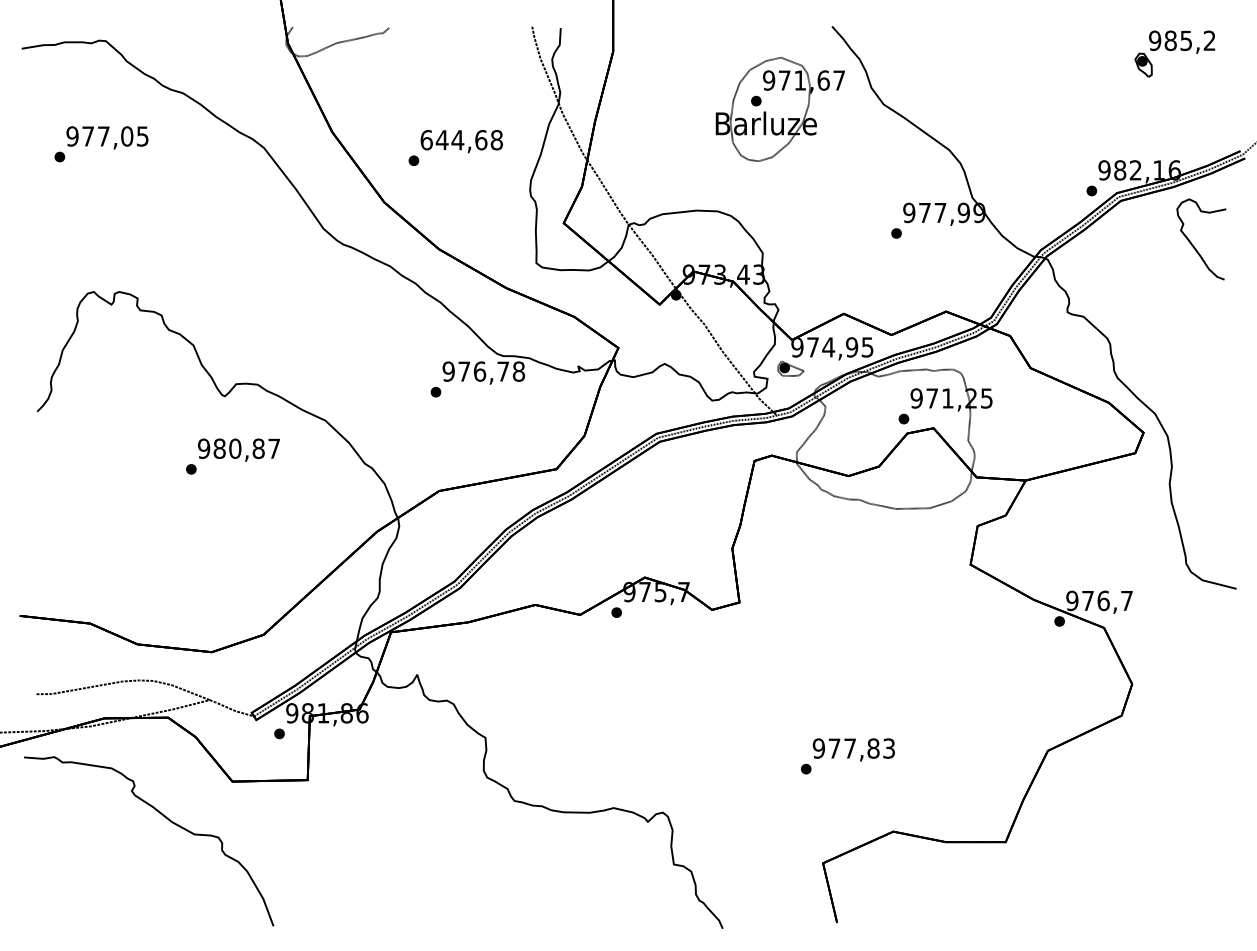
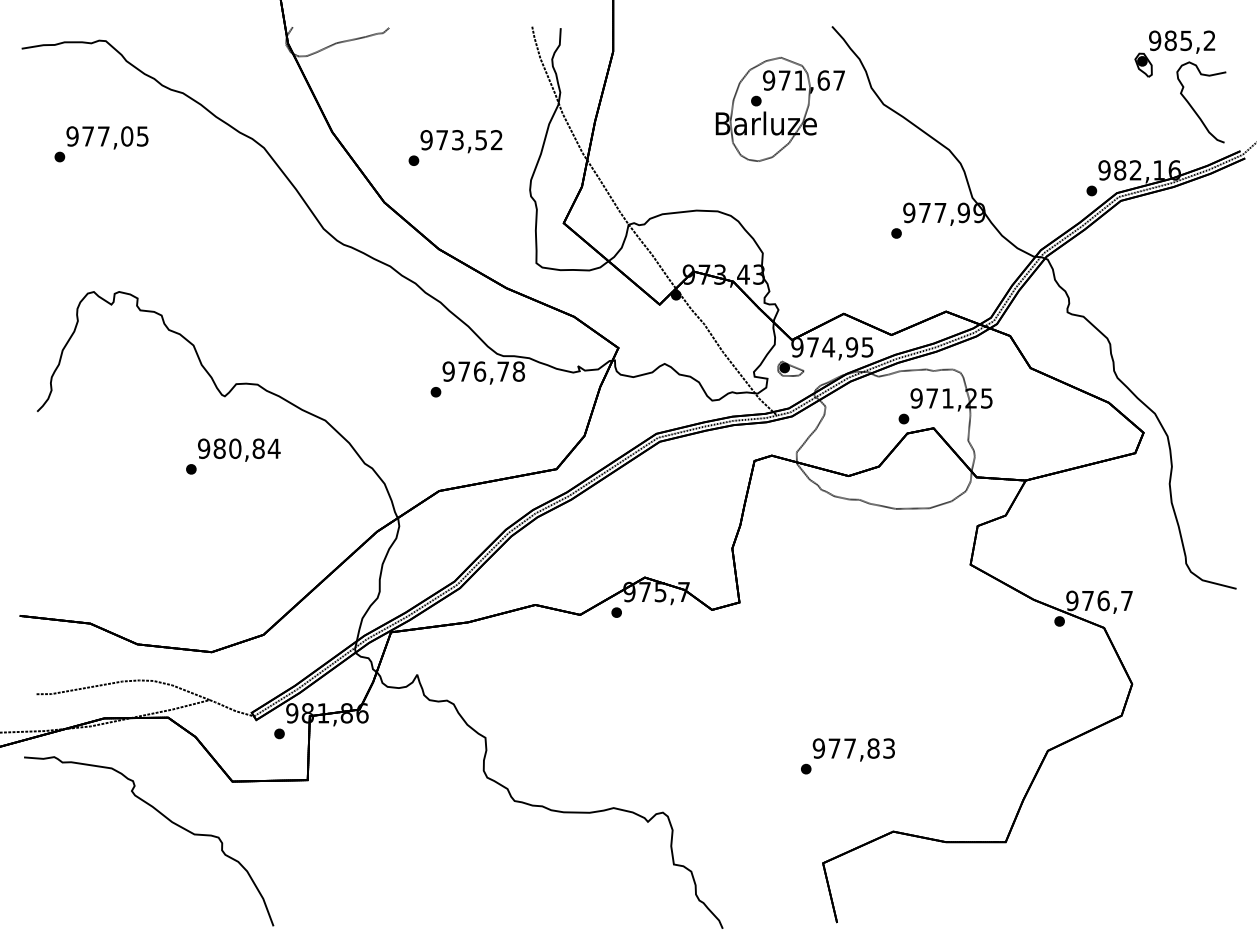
text at (461, 140): 644,68 -> 973,52
curve at (1192, 243) position: (1192, 243) -> (1192, 106)
text at (273, 448): 980,87 -> 980,84
